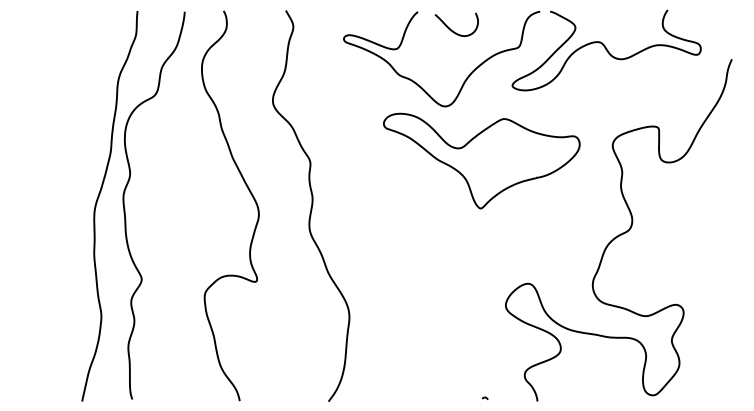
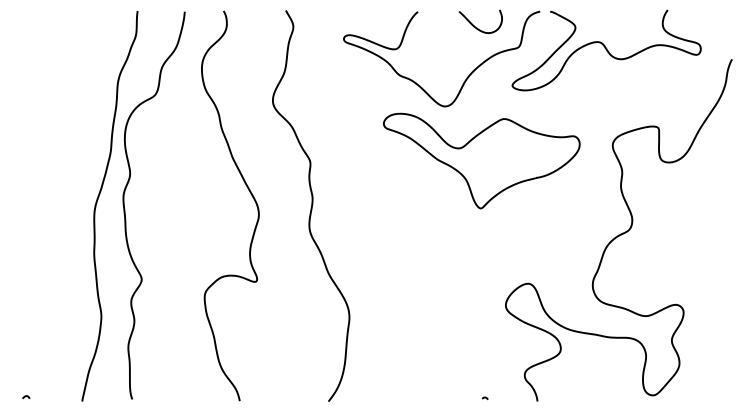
curve at (453, 30) position: (453, 30) -> (477, 27)
curve at (26, 396): none -> present
